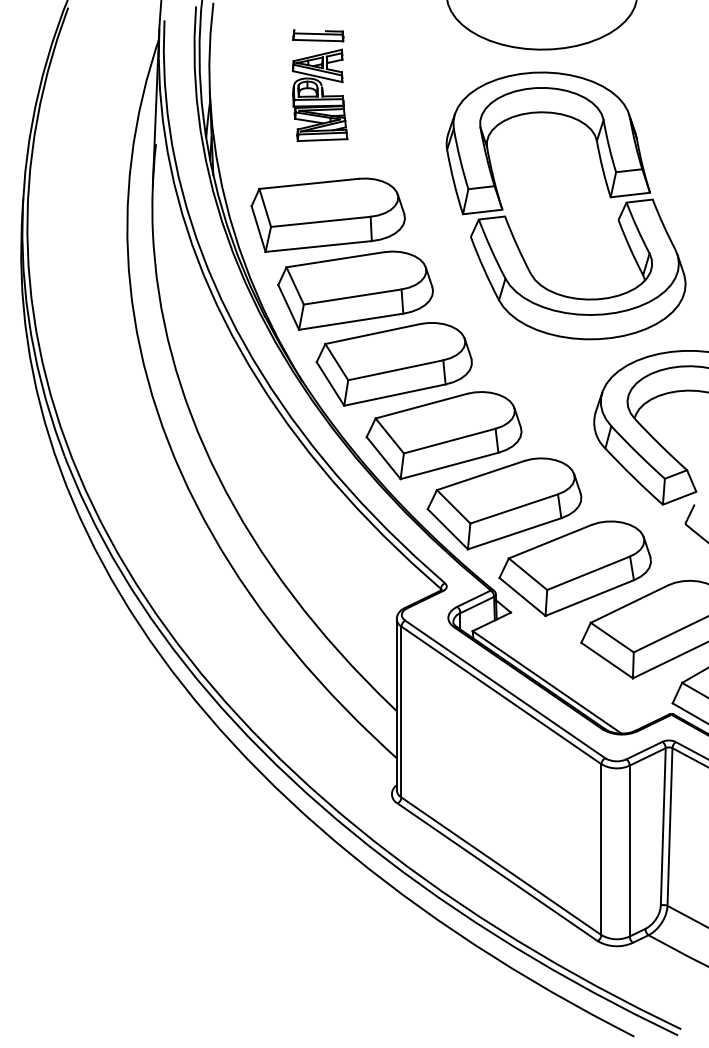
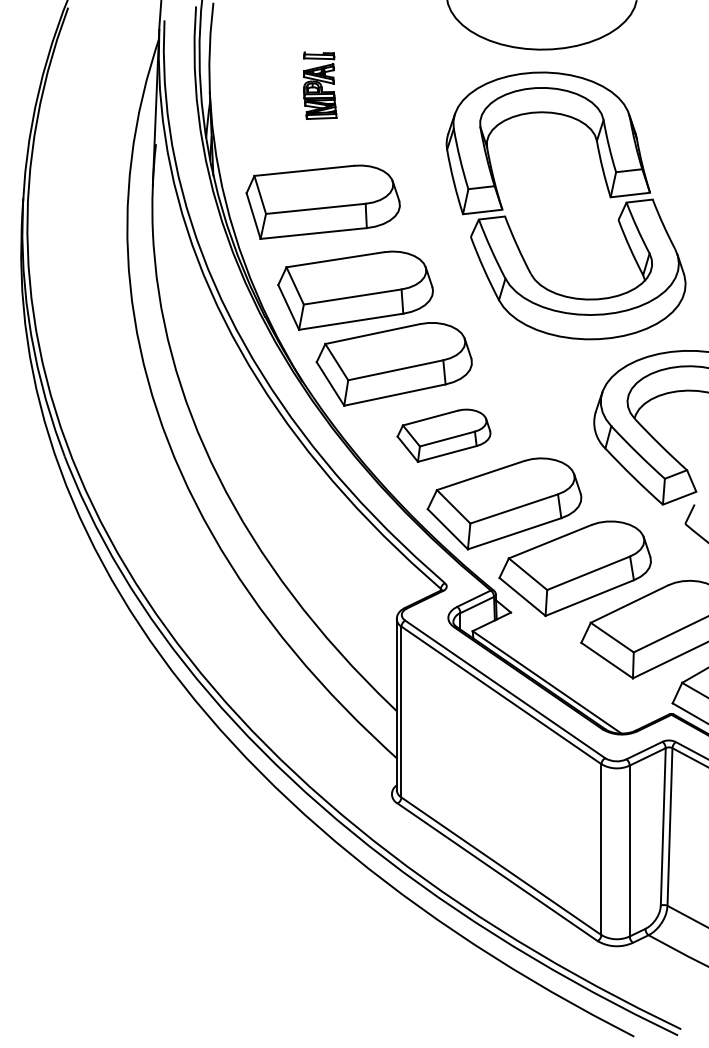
part at (320, 85) size: 57x114 px -> 35x69 px
part at (327, 214) position: (327, 214) -> (322, 201)
part at (443, 435) size: 158x90 px -> 96x55 px
